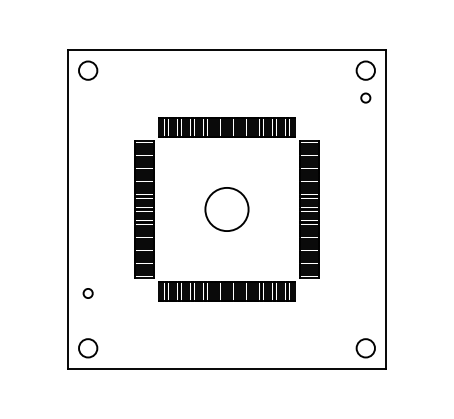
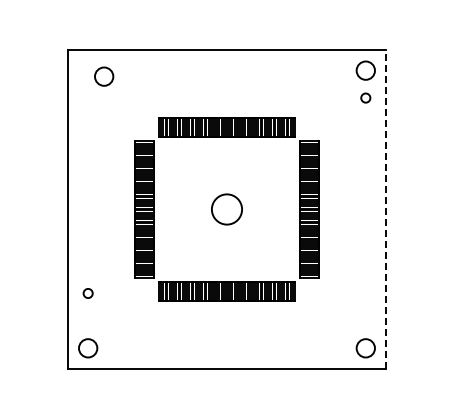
circle at (88, 70) position: (88, 70) -> (104, 76)
circle at (226, 209) diameter: 43 px -> 30 px
line at (386, 209): solid -> dashed
